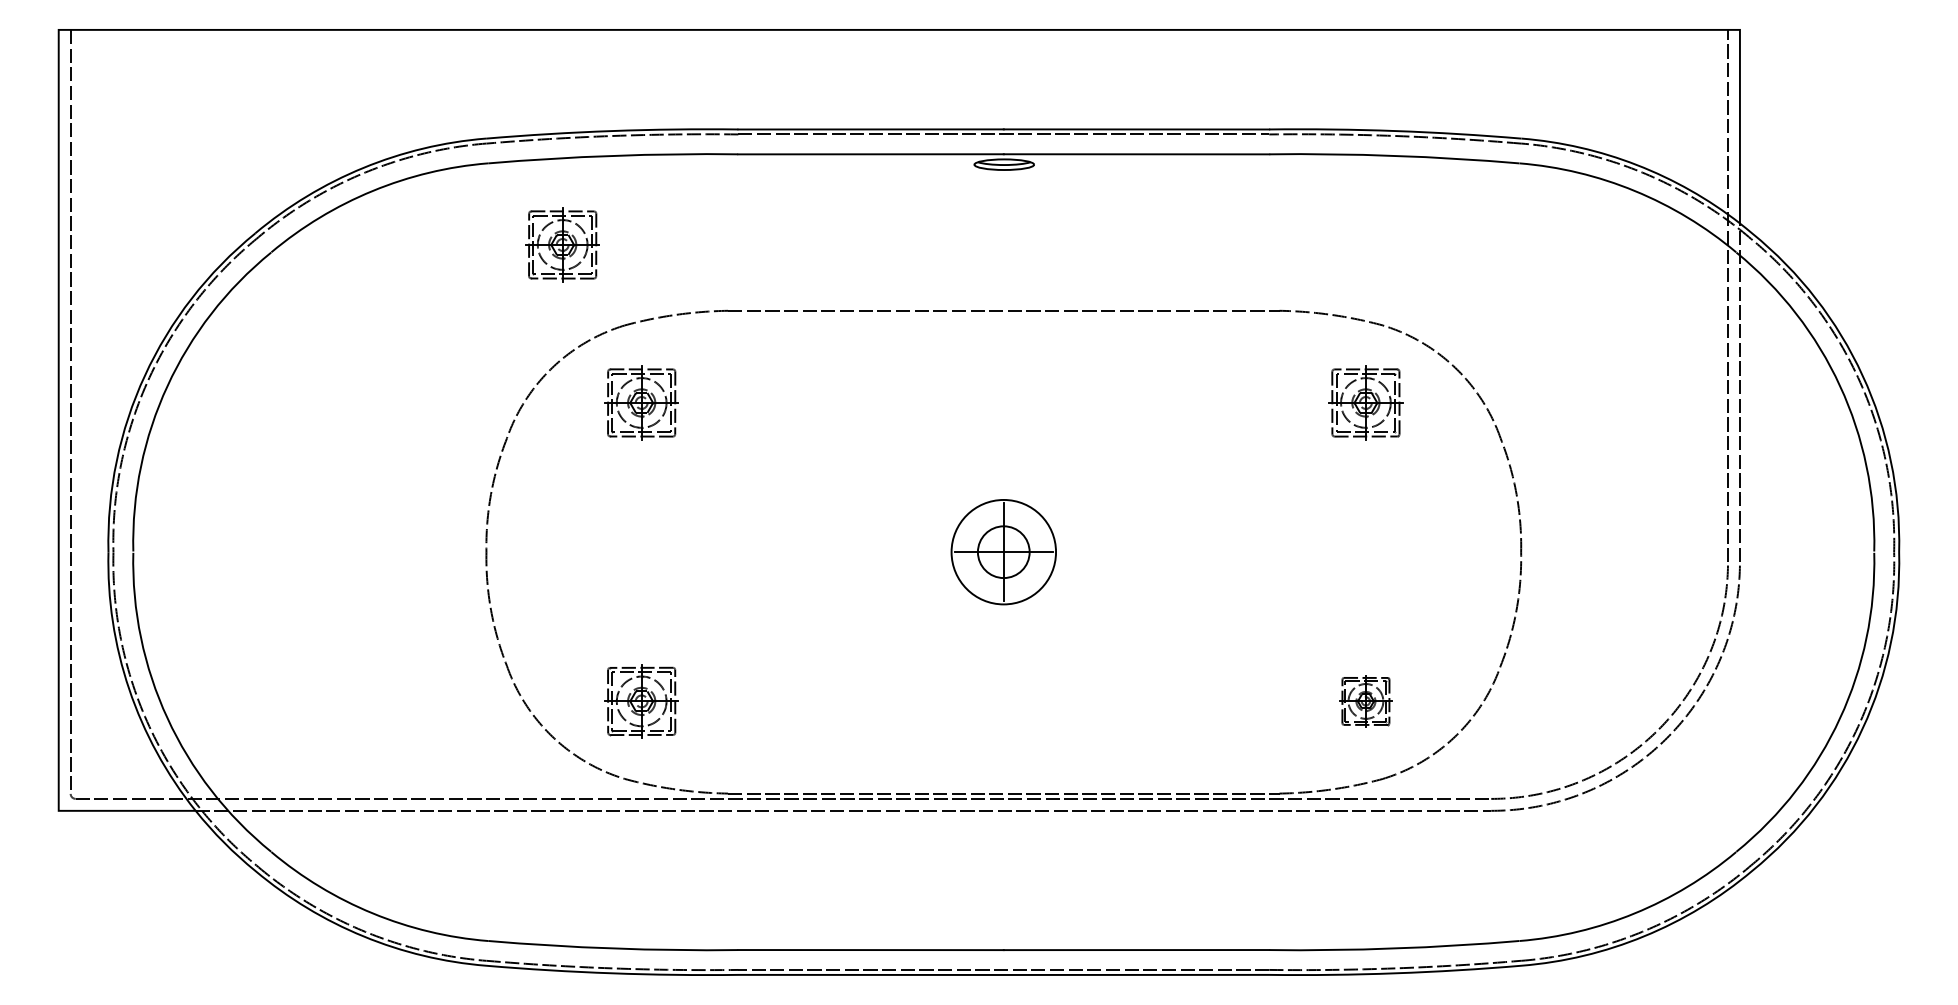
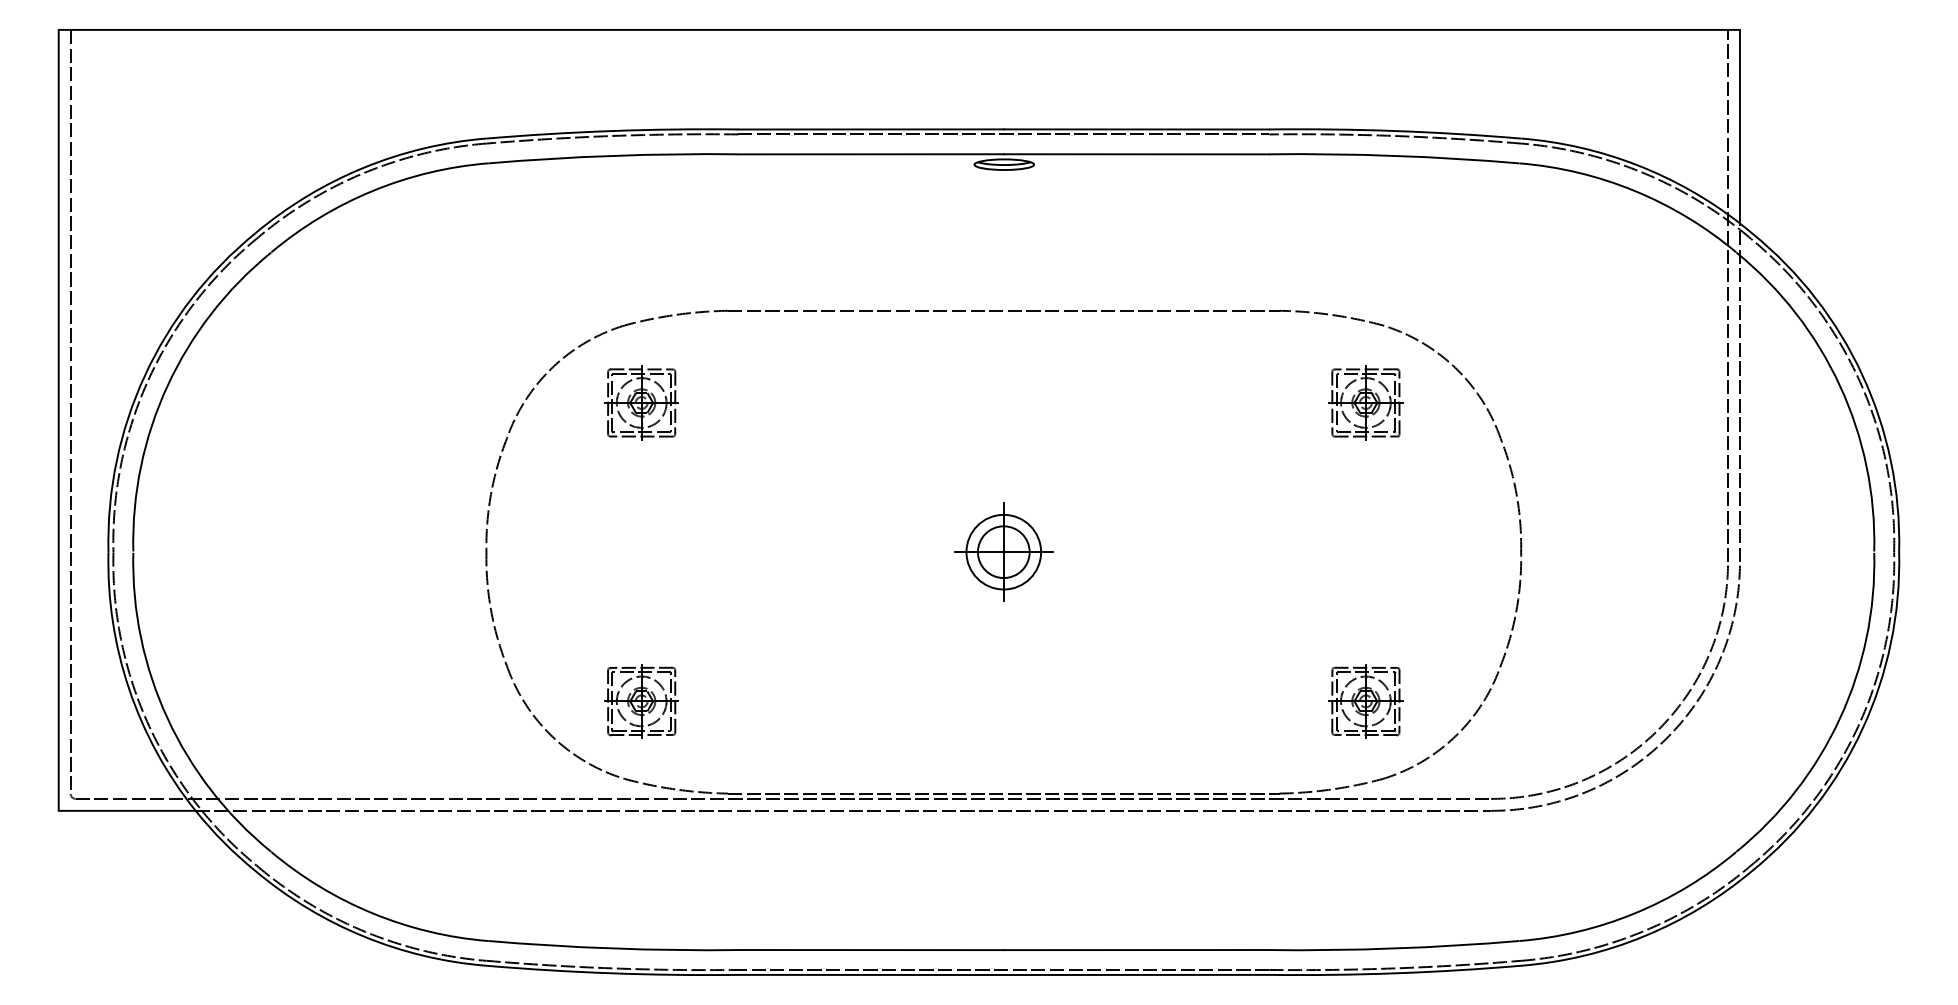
part at (562, 244): present -> none
circle at (1003, 551) diameter: 104 px -> 75 px
part at (1365, 701) size: 54x53 px -> 76x75 px
